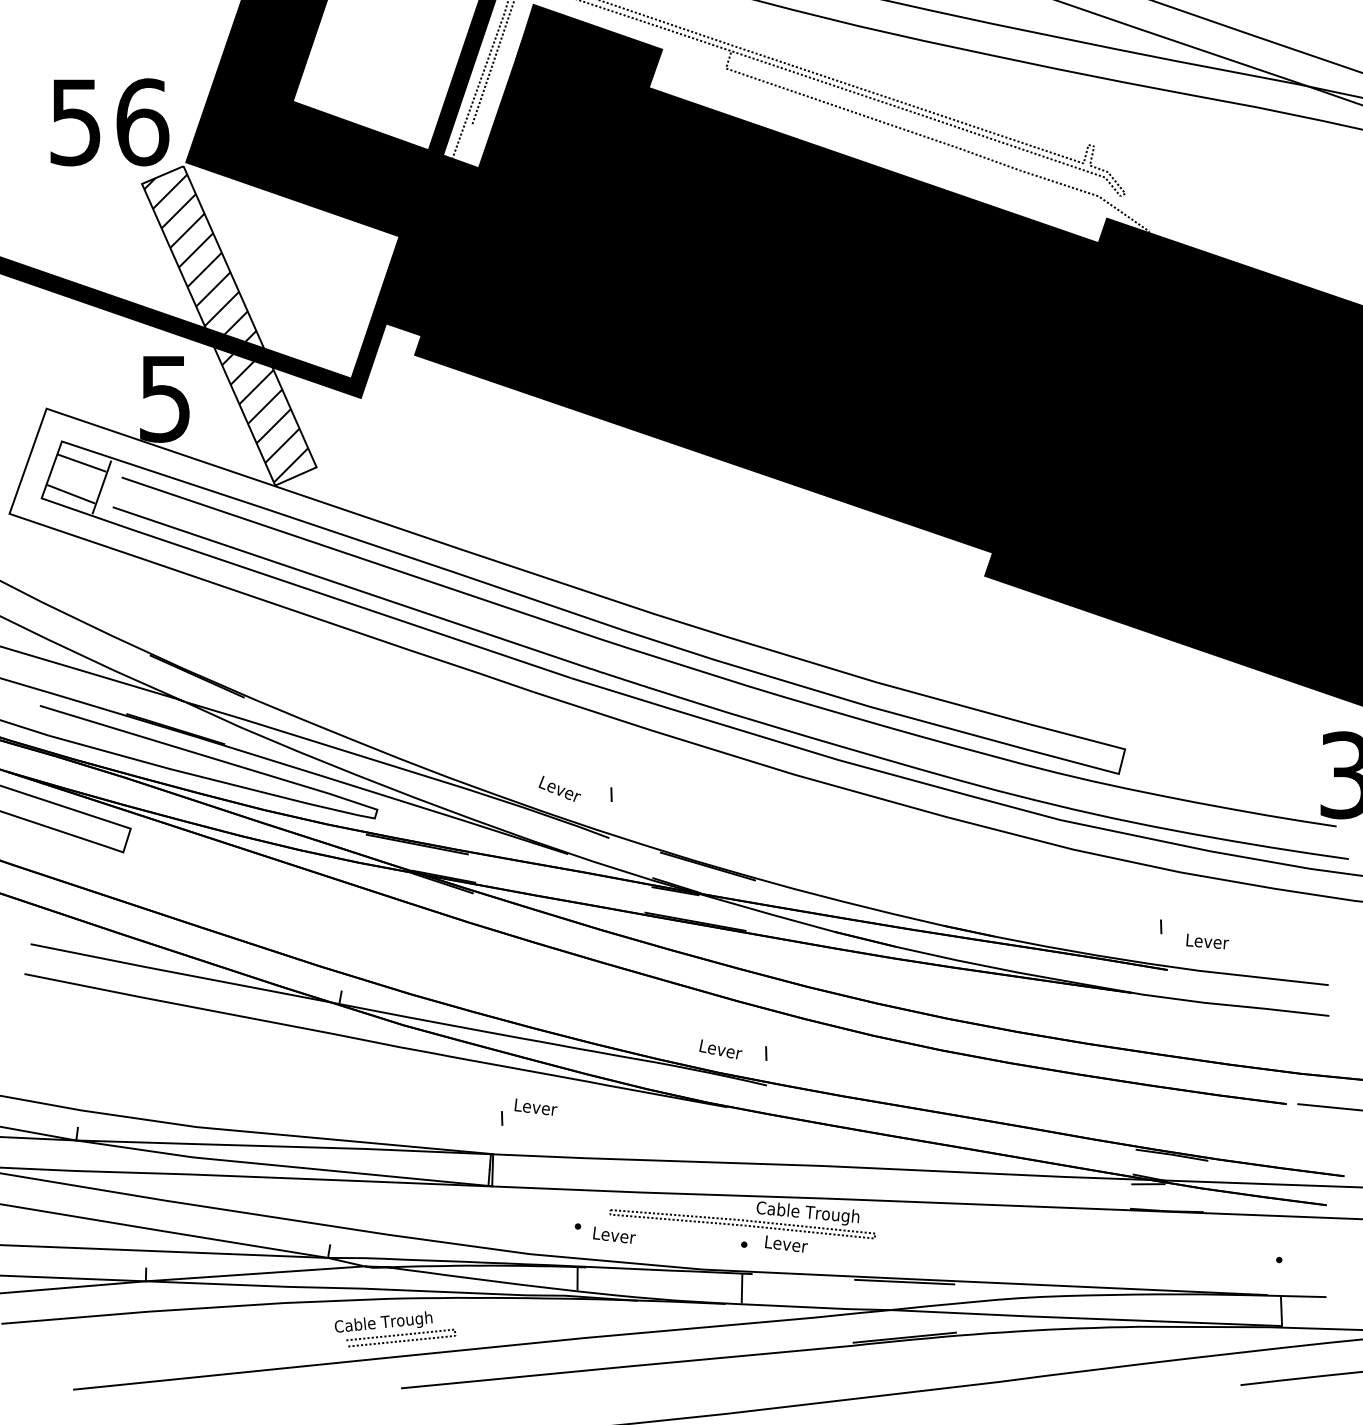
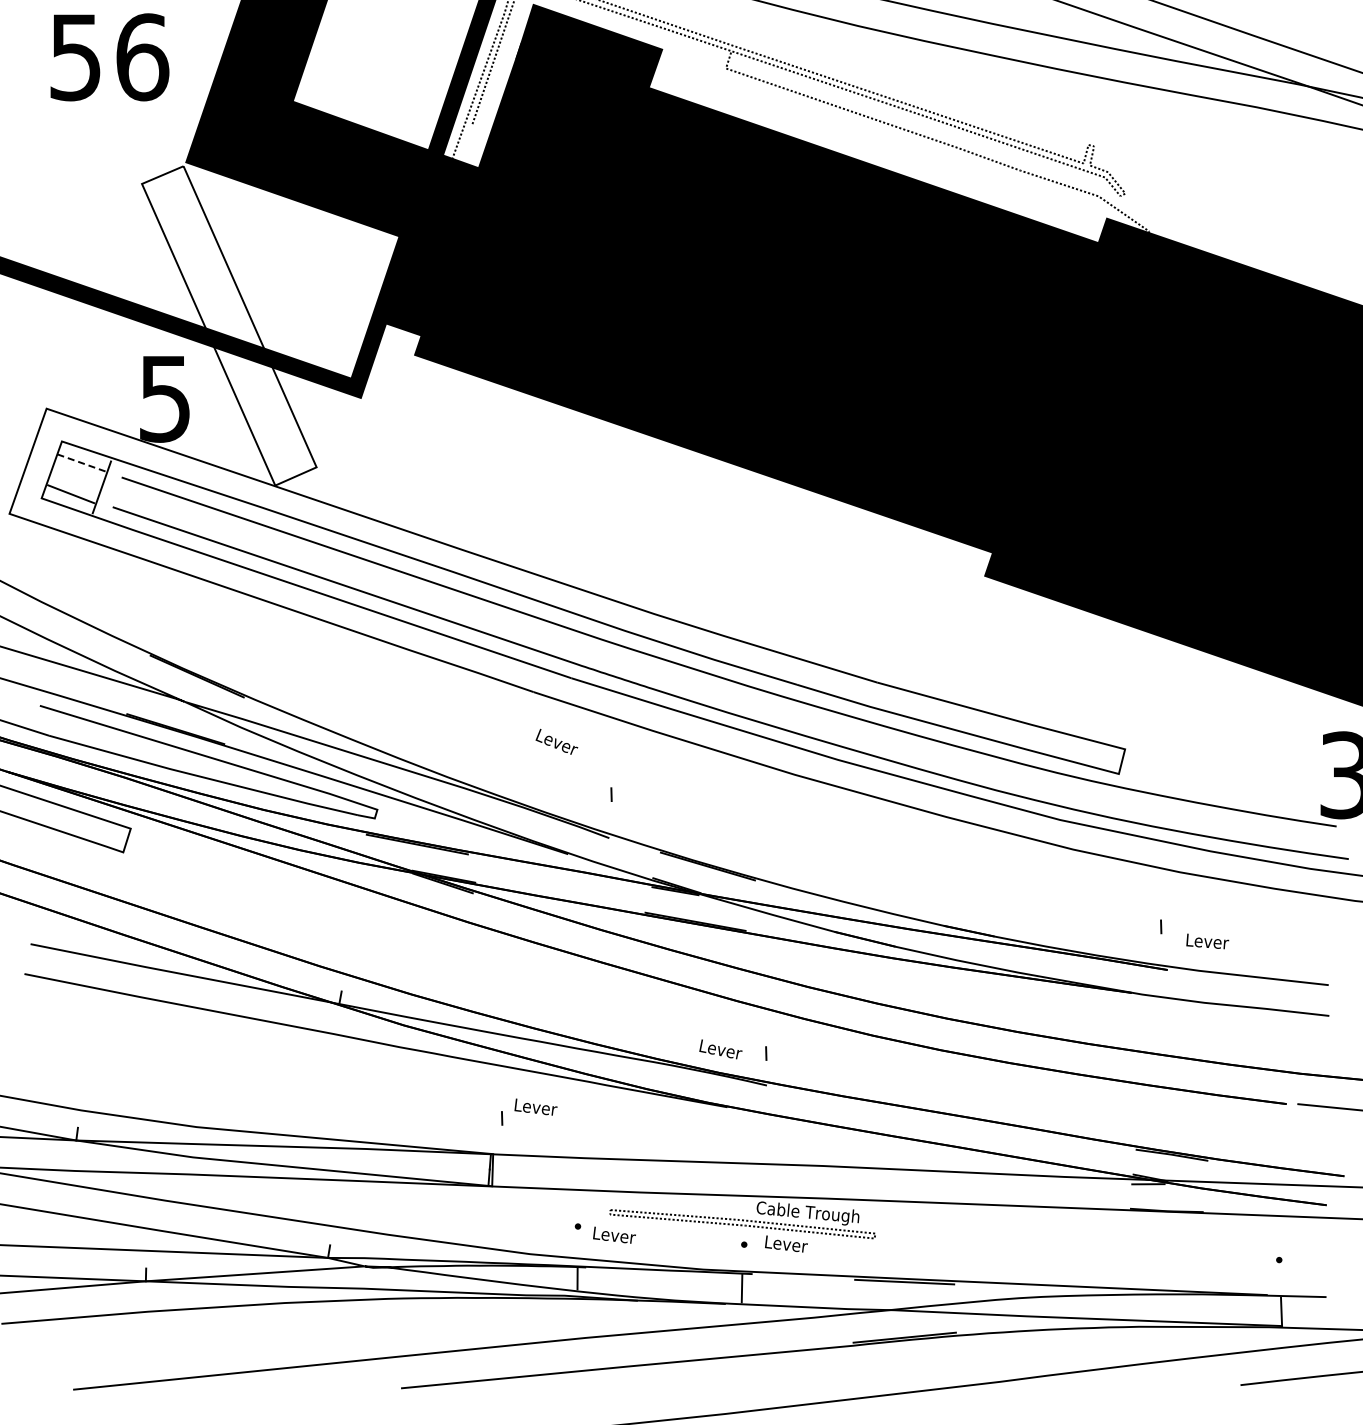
text at (109, 122) position: (109, 122) -> (109, 57)
hatch at (226, 328): present -> none
line at (81, 463): solid -> dashed
text at (559, 788) position: (559, 788) -> (556, 741)
part at (395, 1329): present -> none
